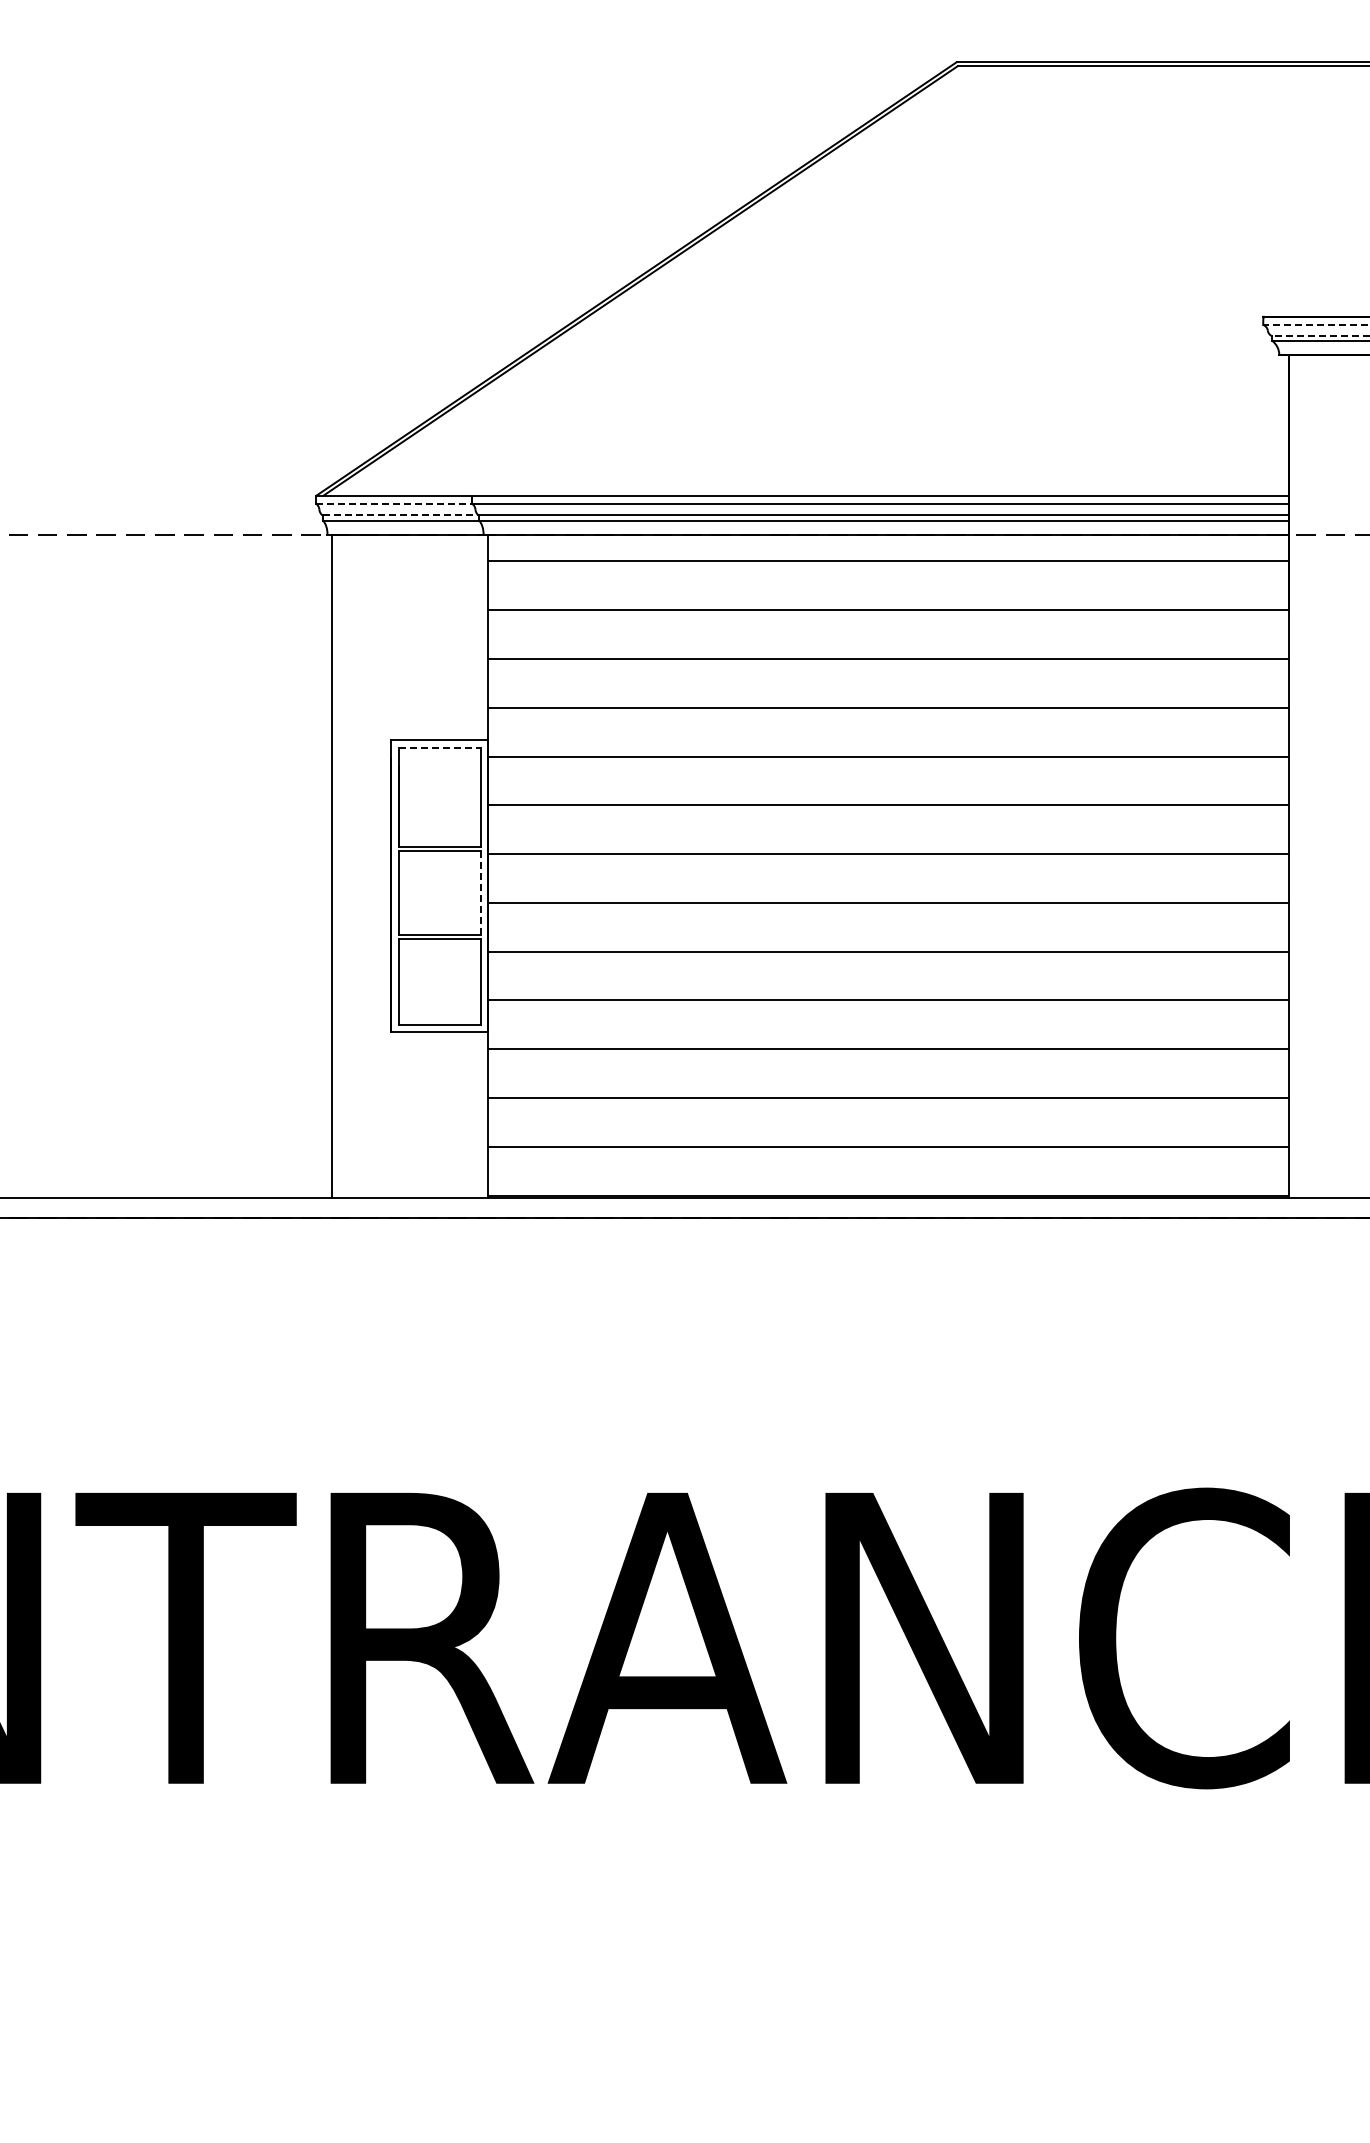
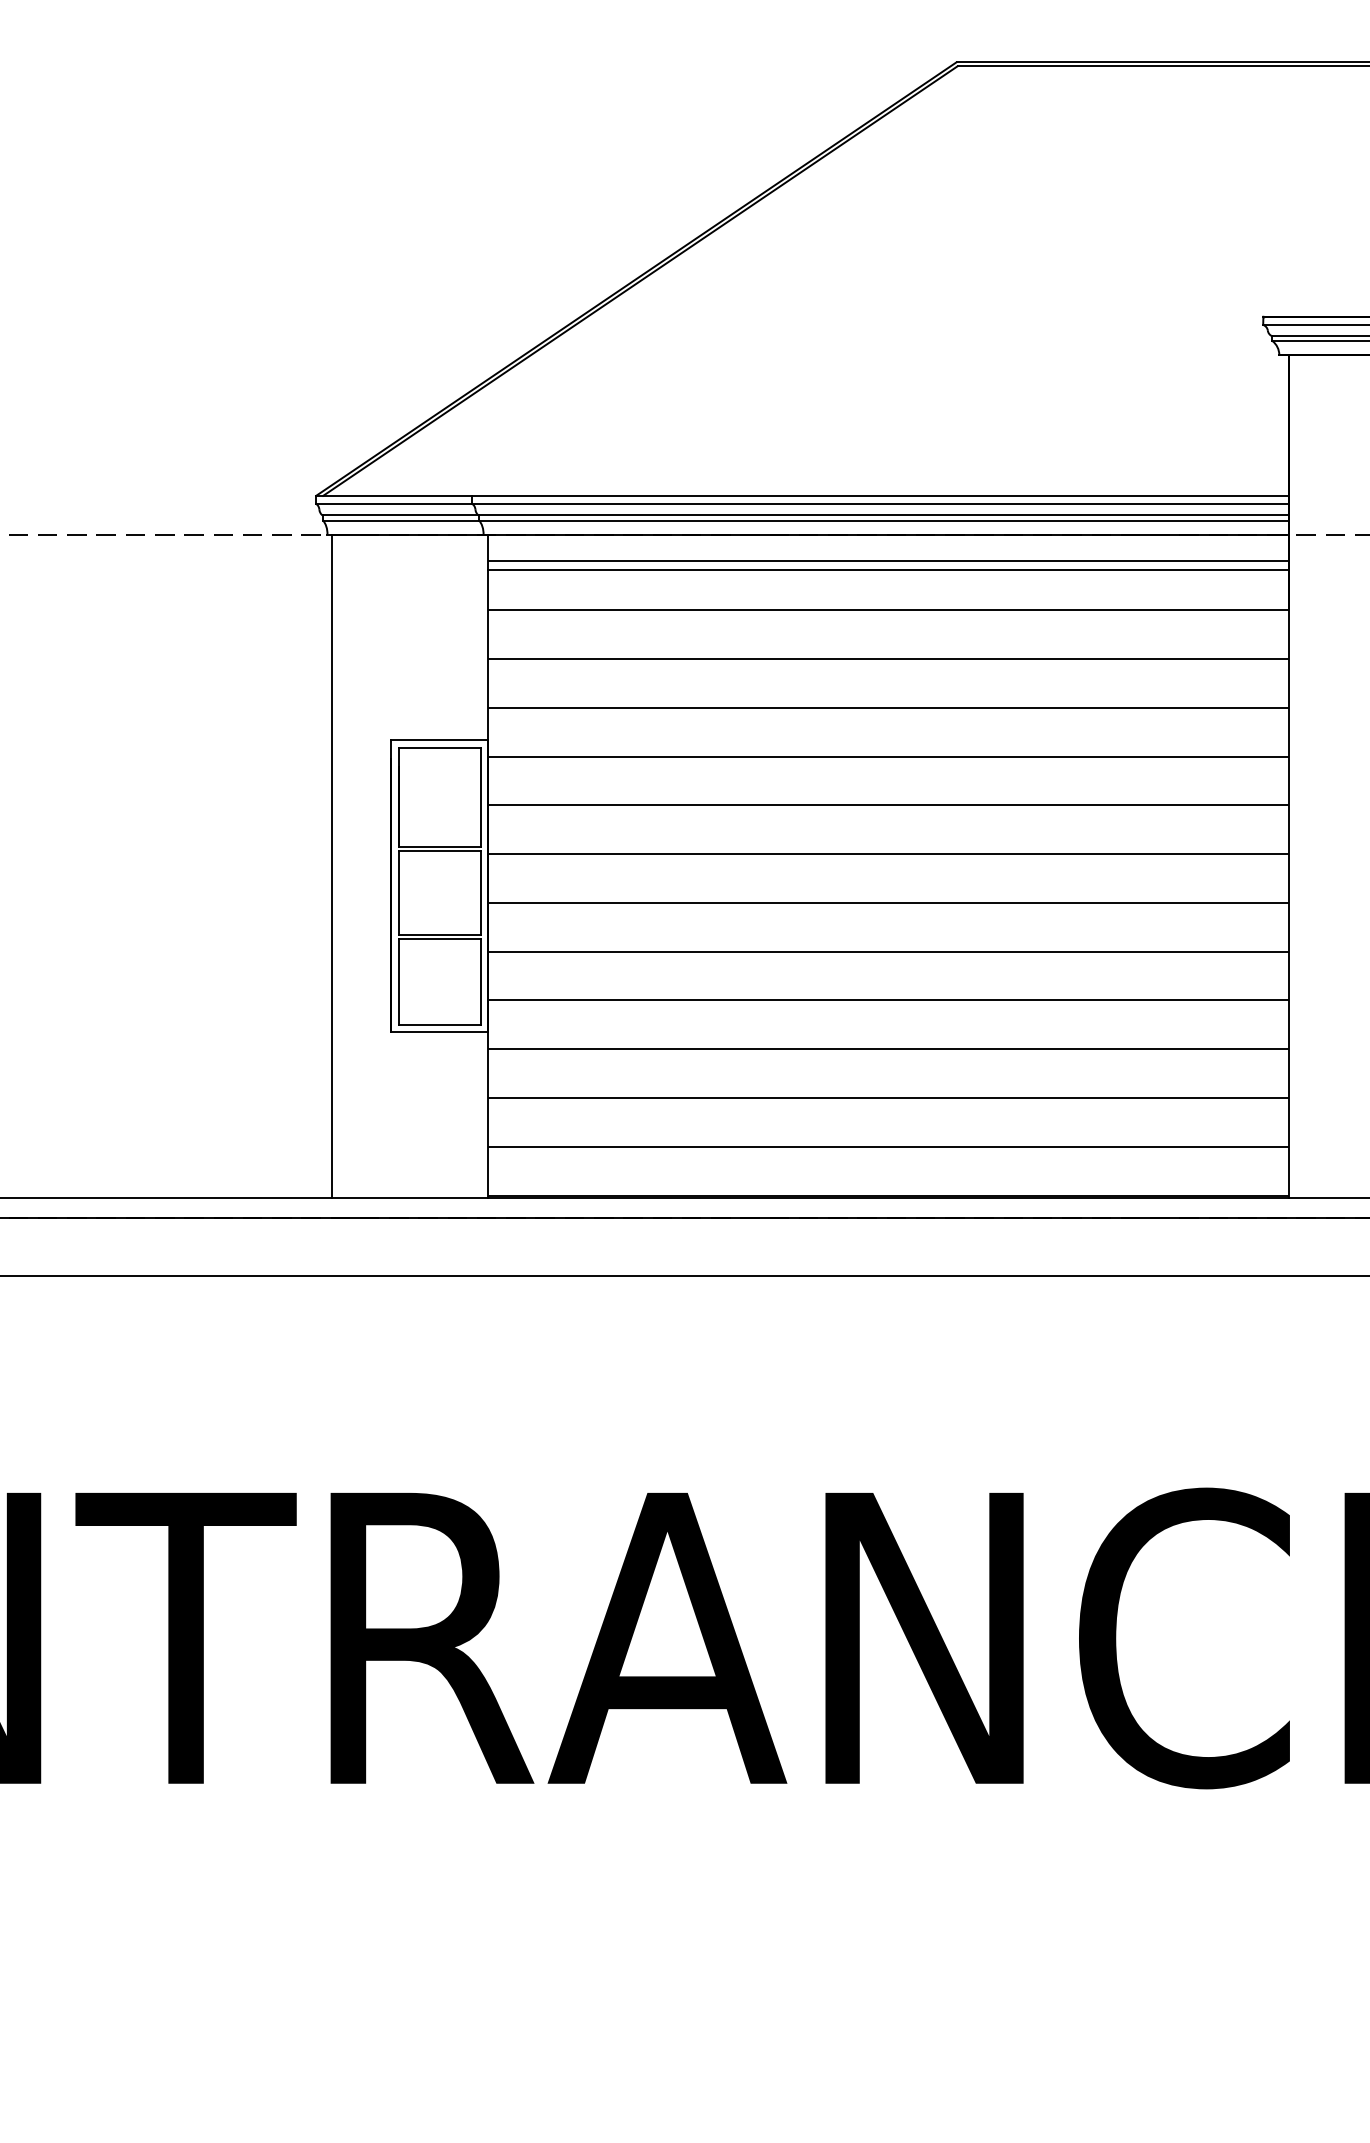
line at (1316, 324): dashed -> solid
line at (1320, 336): dashed -> solid
line at (394, 504): dashed -> solid
line at (401, 515): dashed -> solid
line at (888, 569): none -> present
line at (439, 747): dashed -> solid
line at (480, 892): dashed -> solid
line at (684, 1276): none -> present
